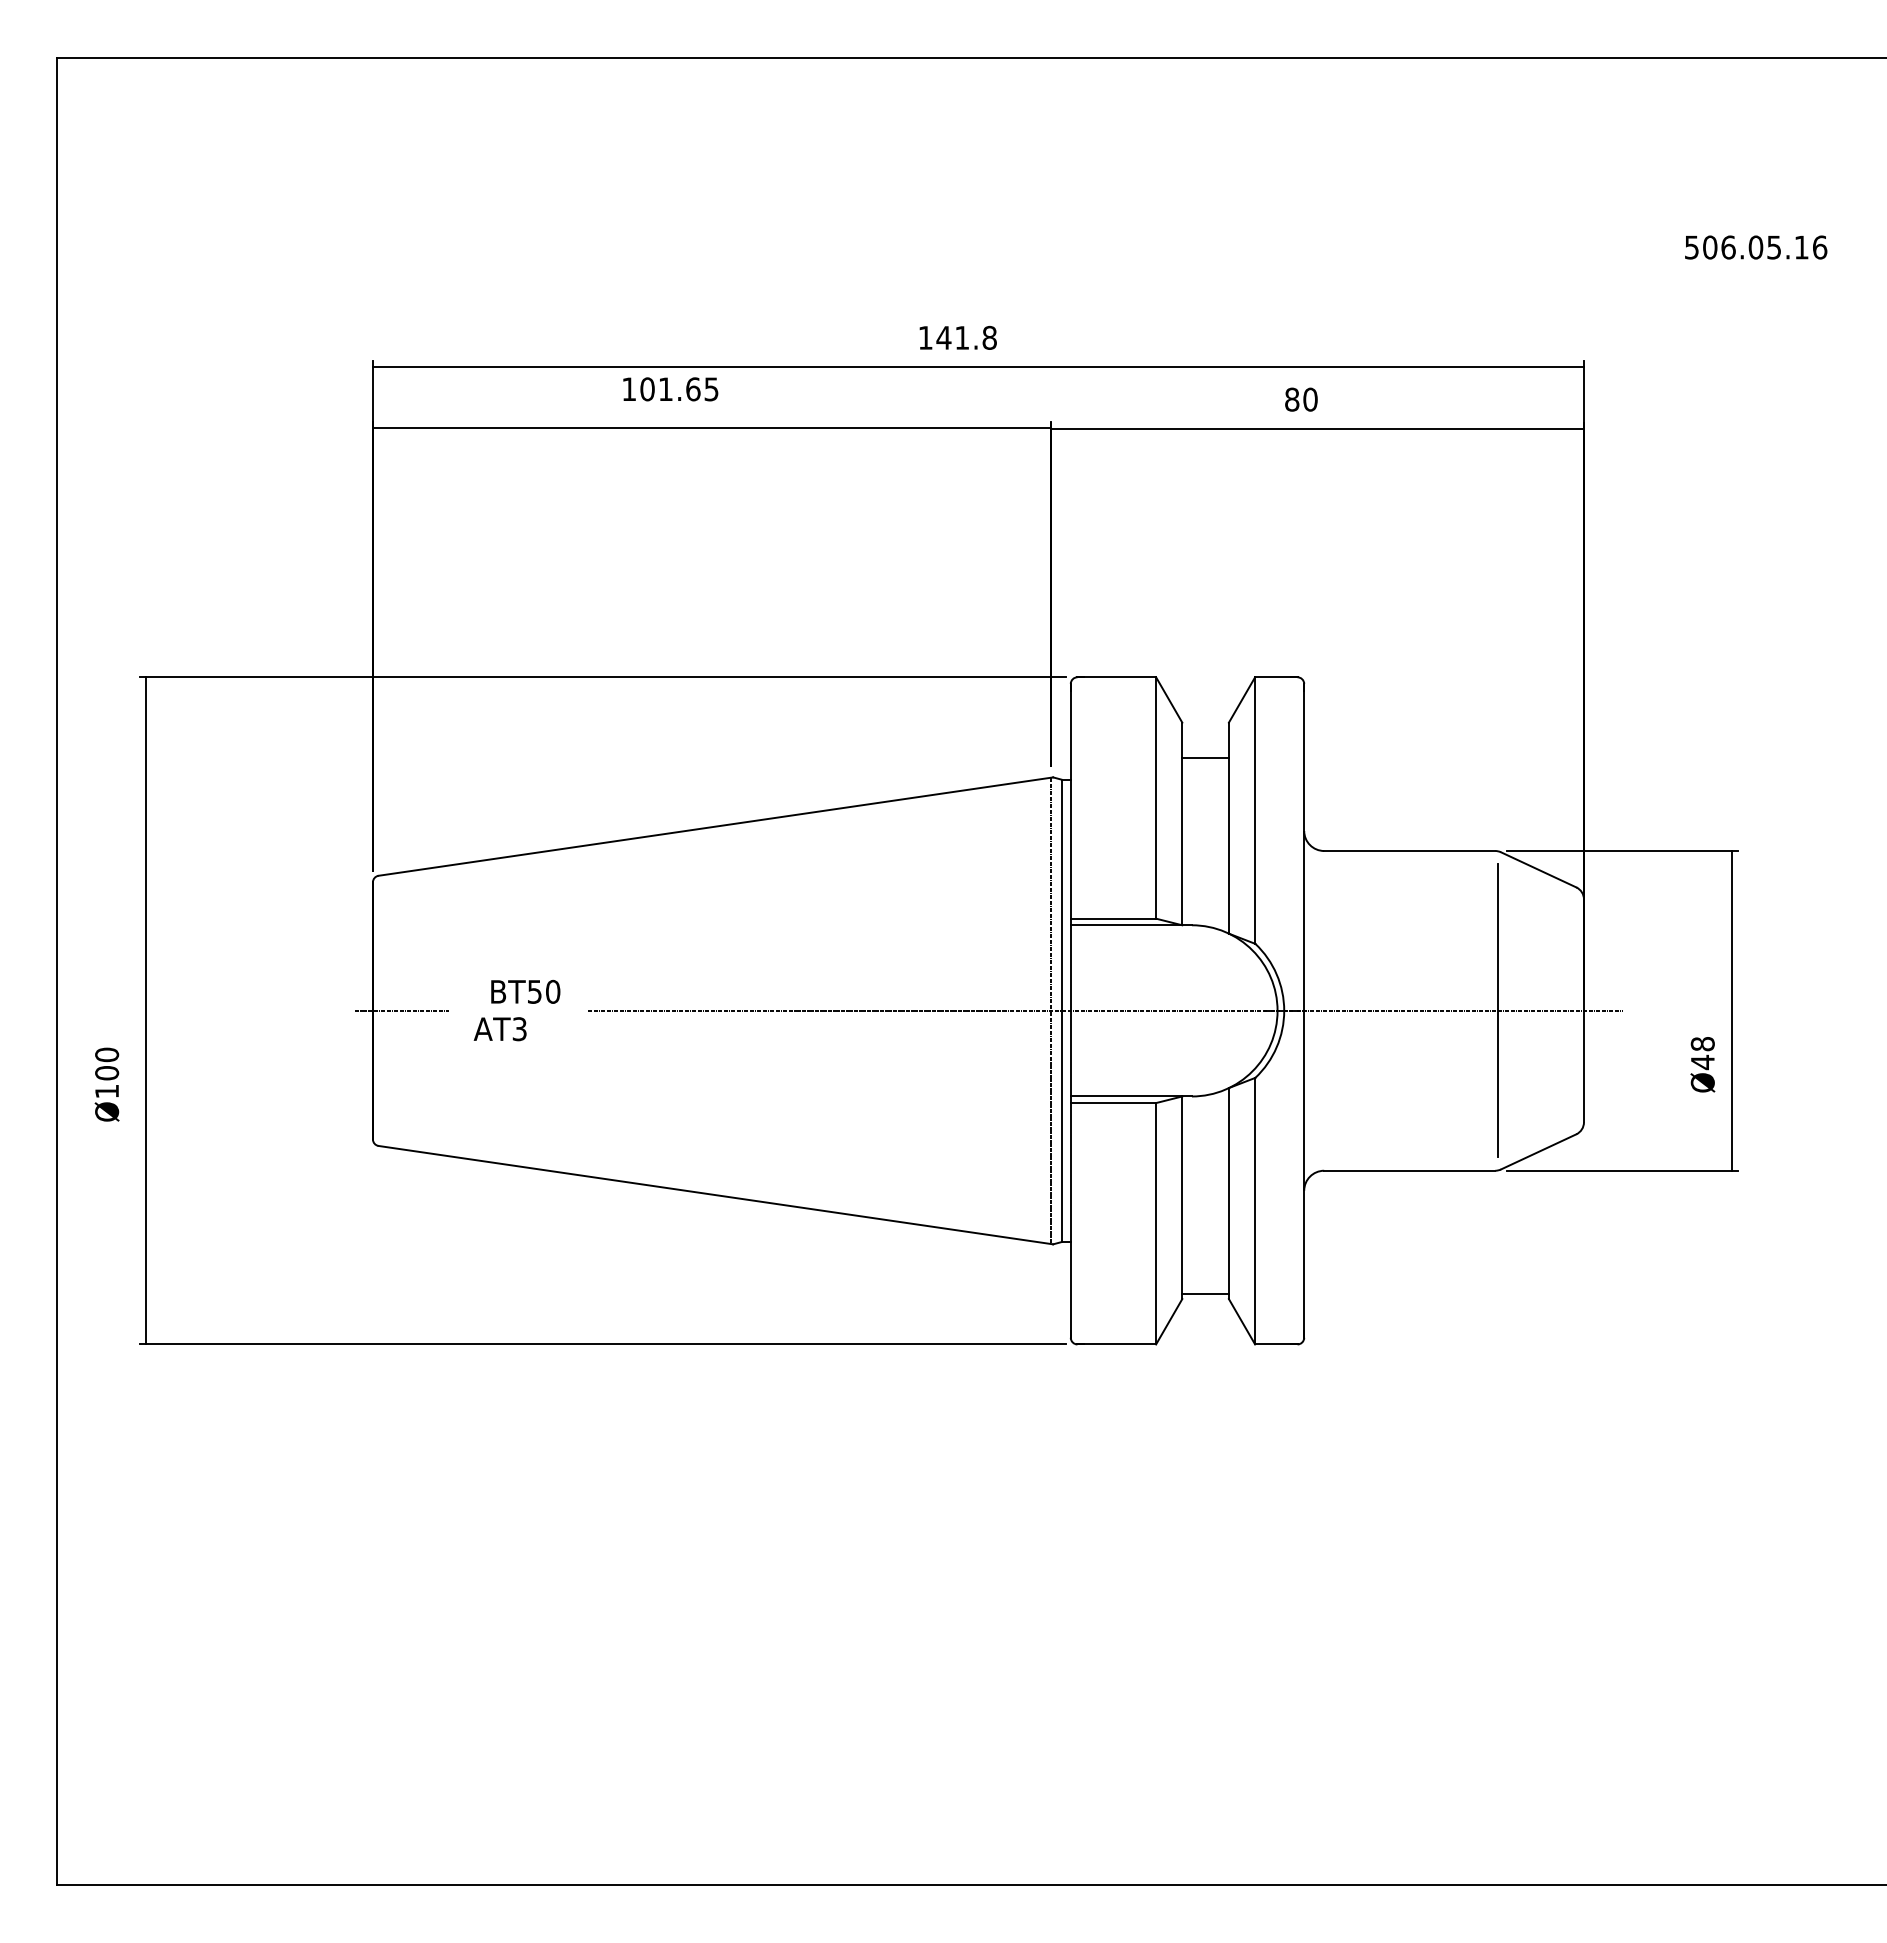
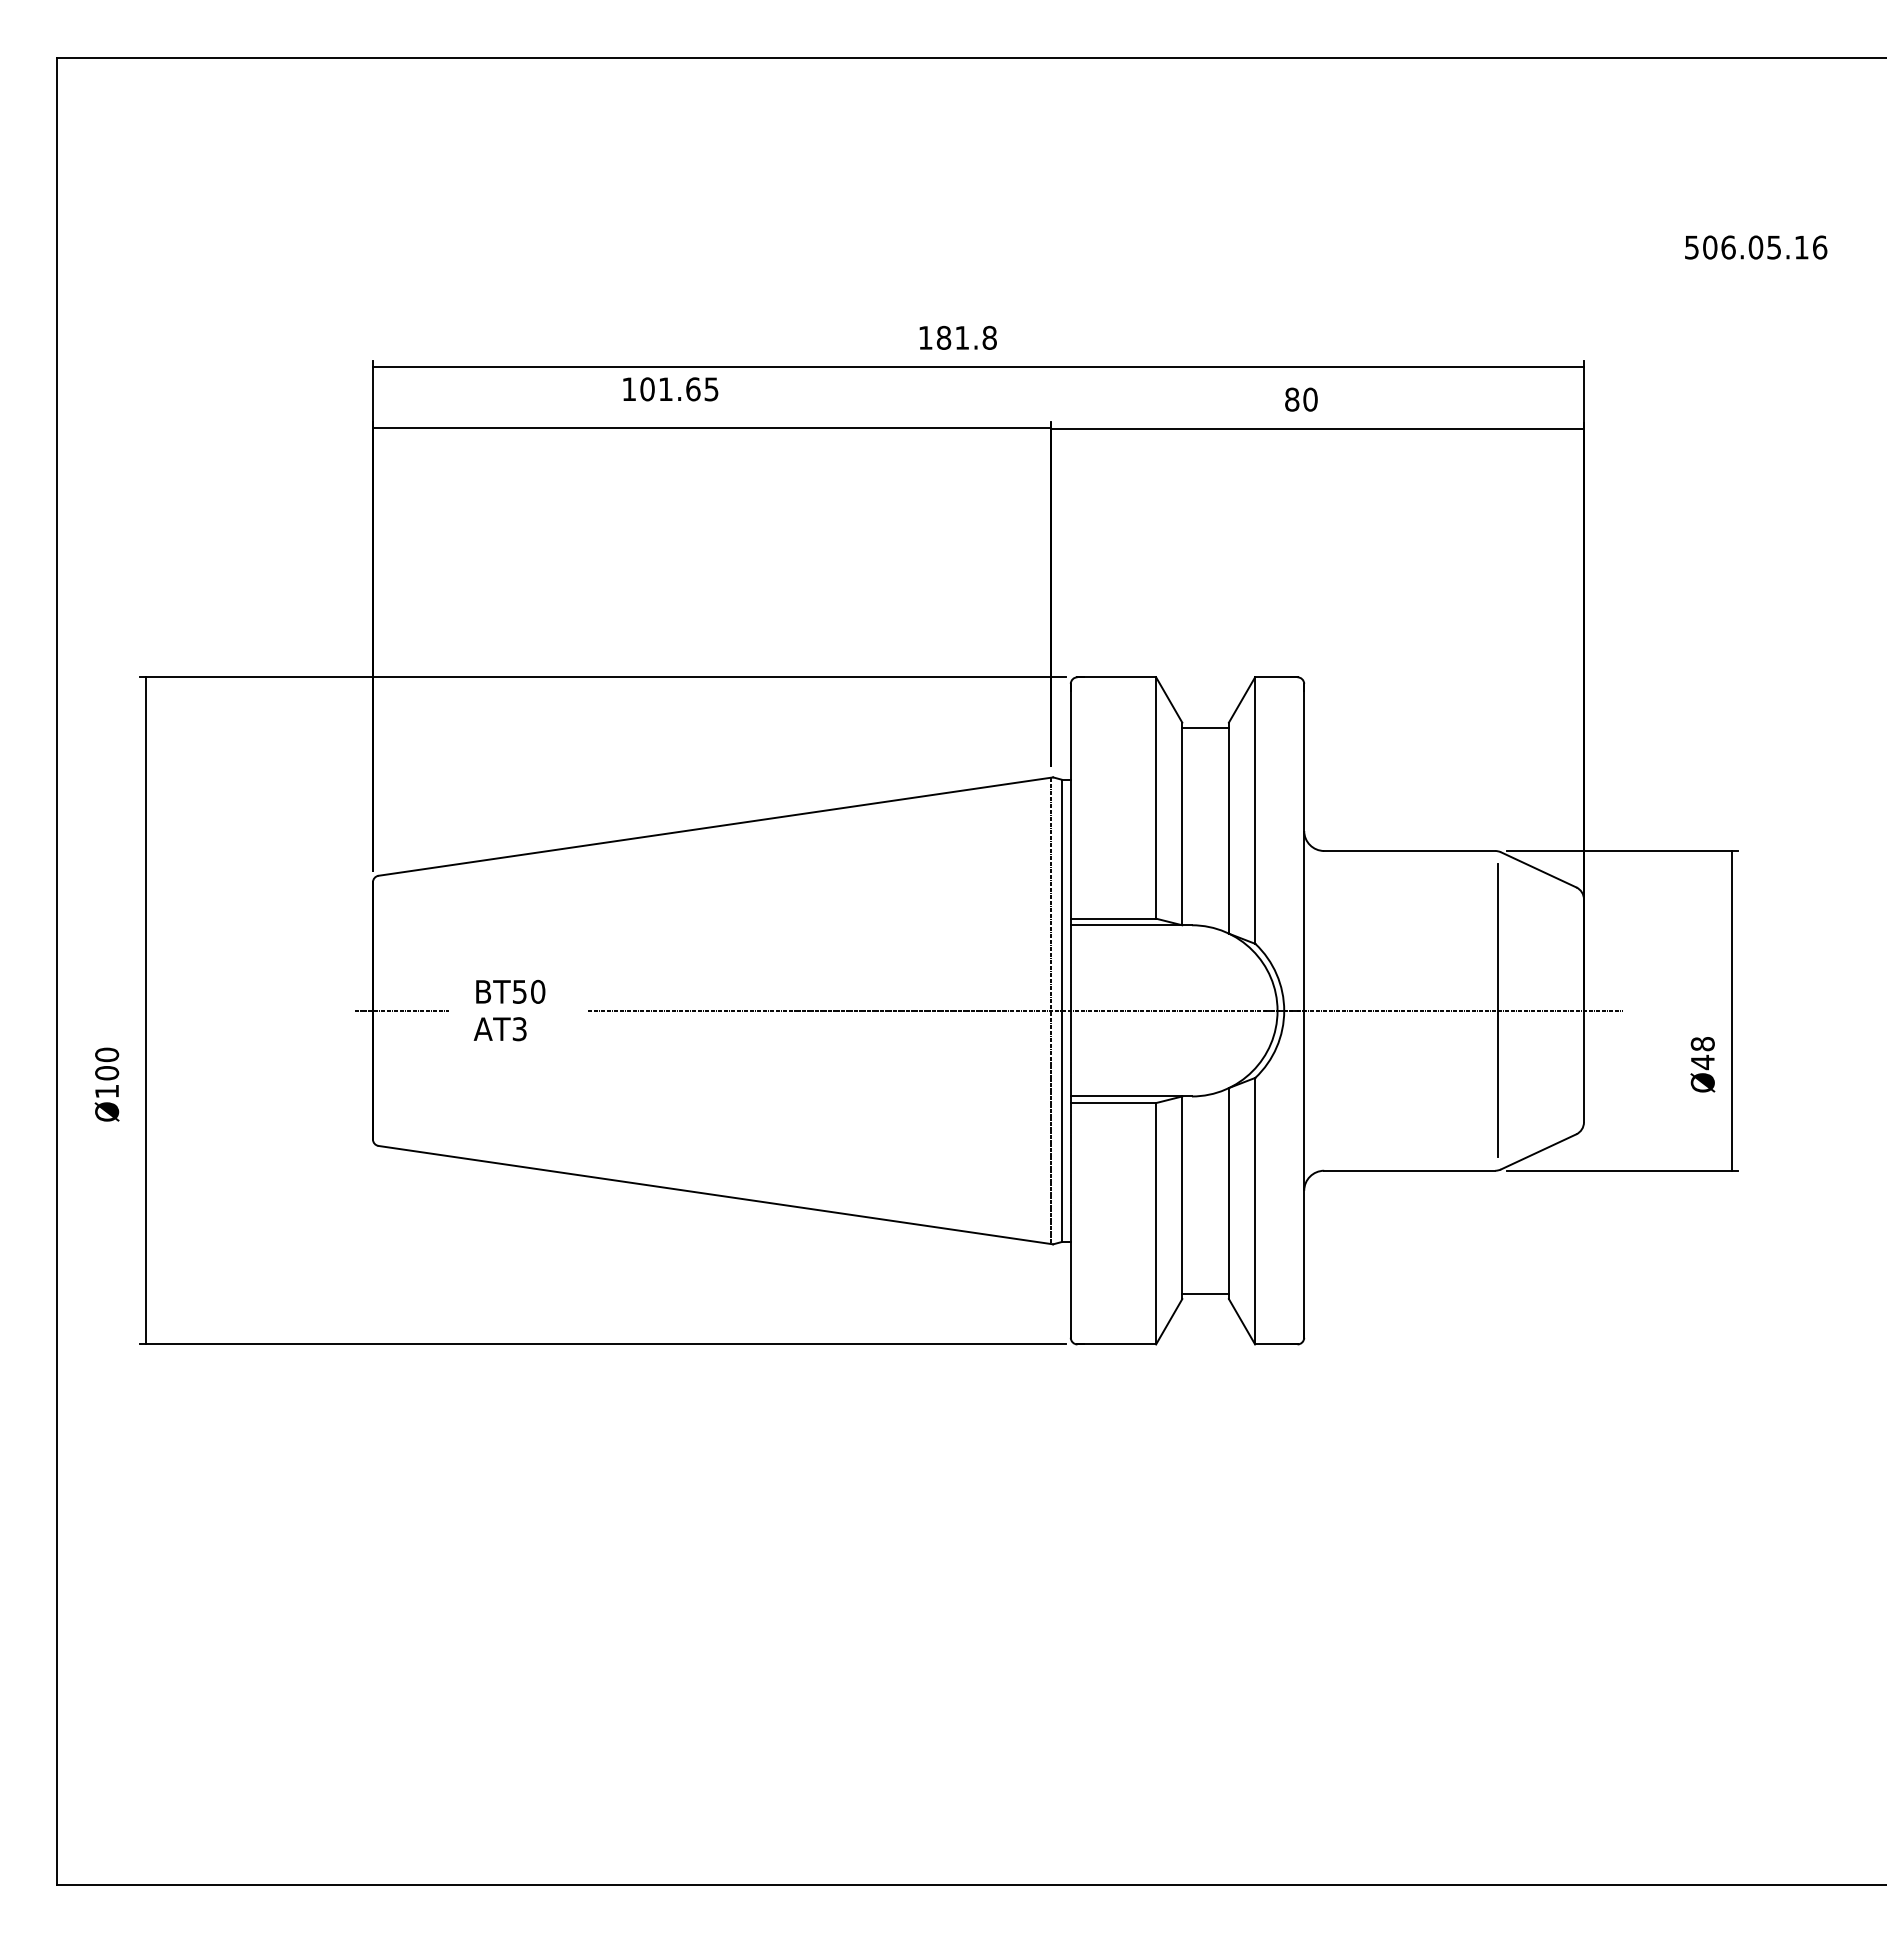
text at (943, 337): 141.8 -> 181.8
line at (1205, 757) position: (1205, 757) -> (1205, 727)
text at (525, 991) position: (525, 991) -> (510, 991)
